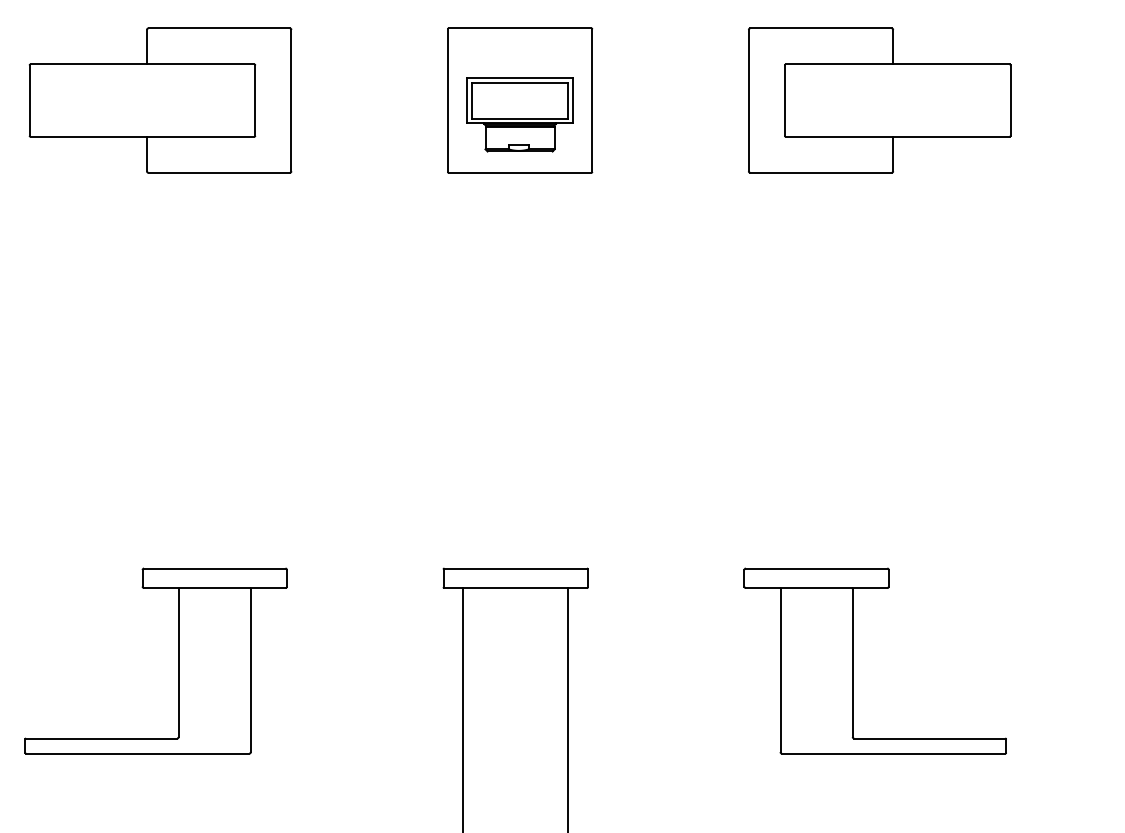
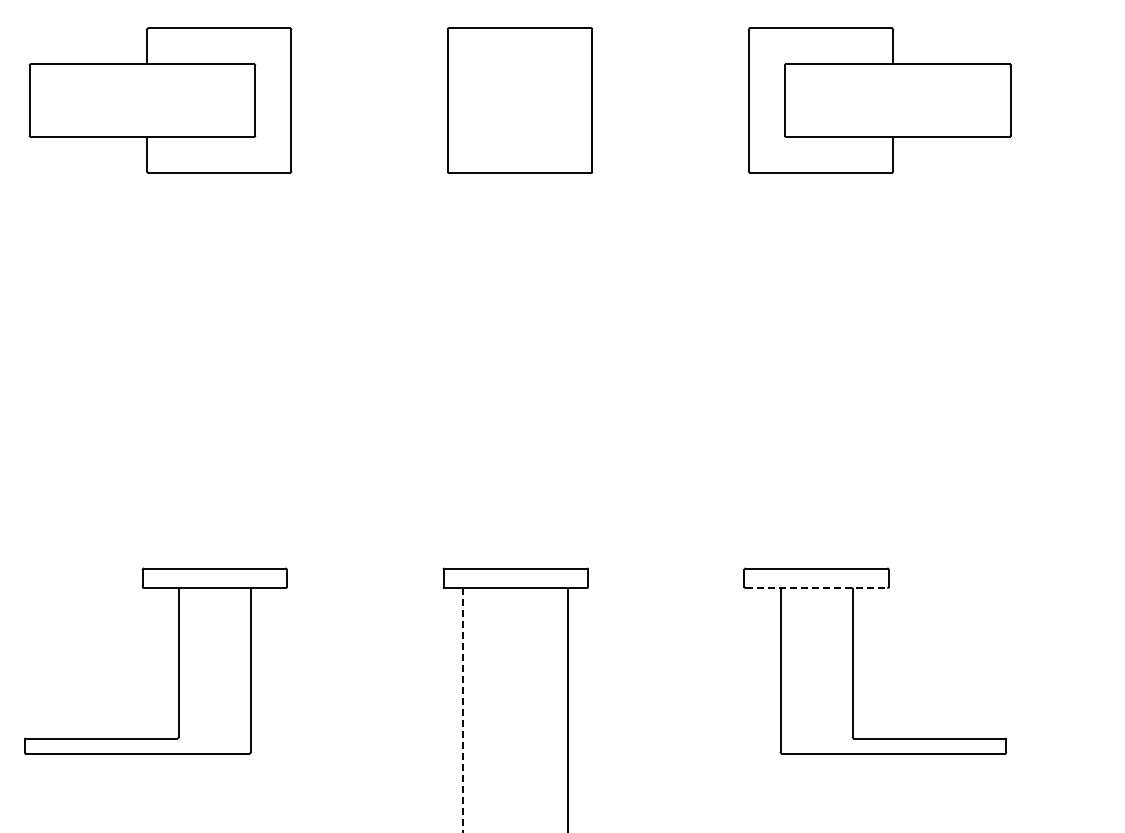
part at (519, 114): present -> none
line at (816, 588): solid -> dashed
line at (463, 710): solid -> dashed
